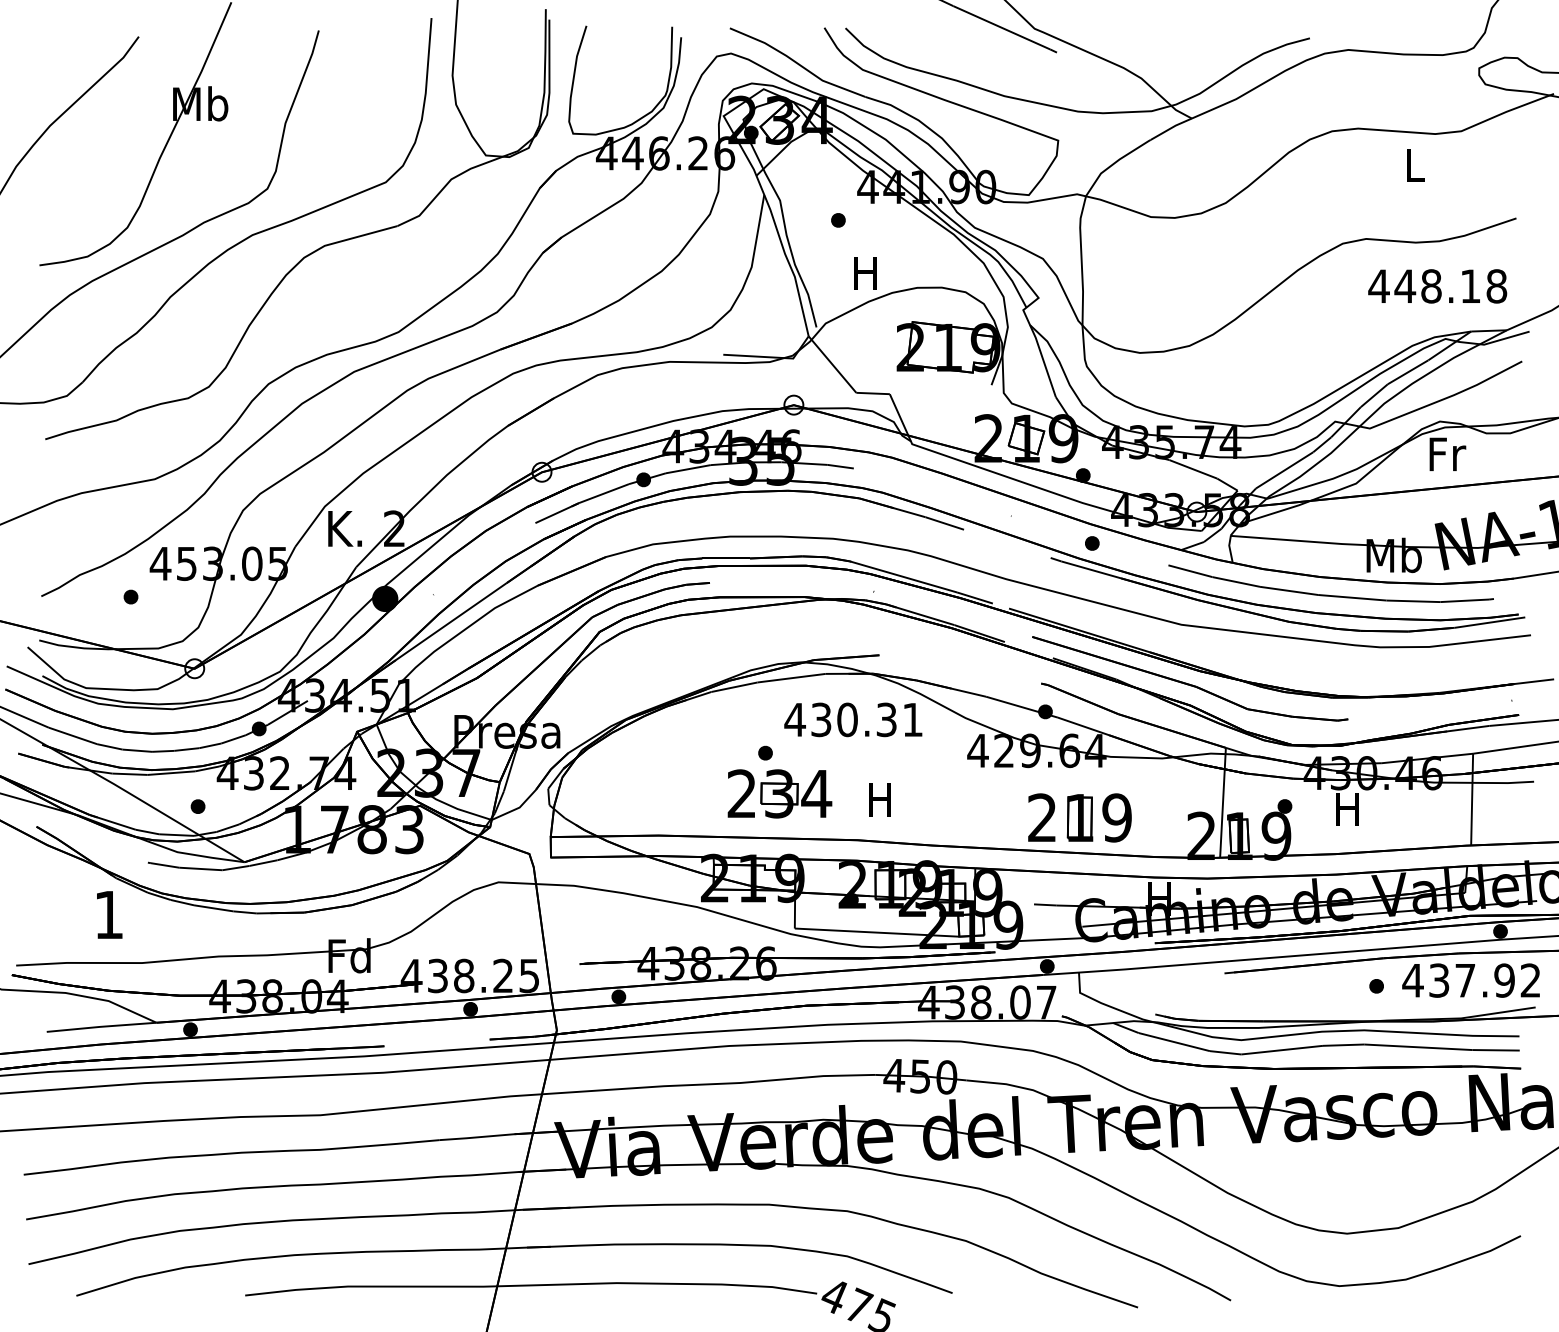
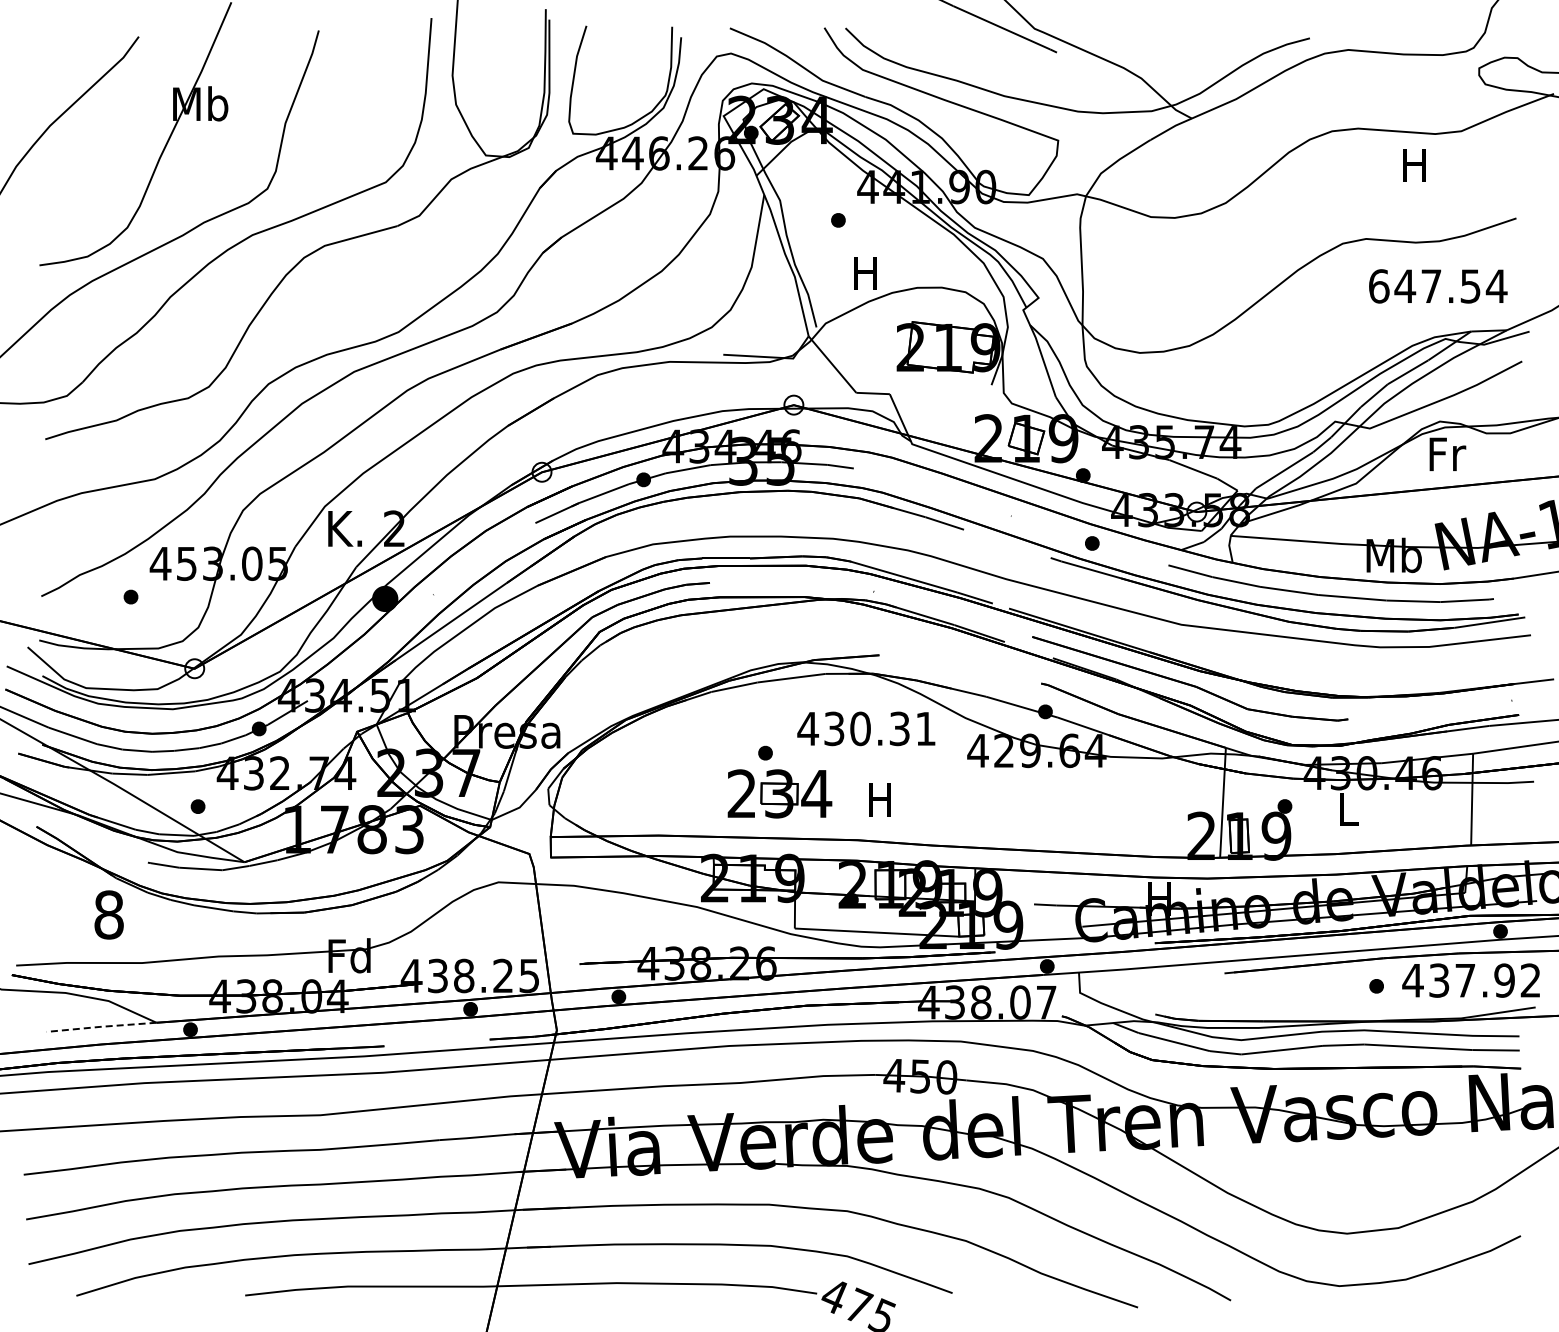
text at (1414, 165): L -> H
text at (1437, 286): 448.18 -> 647.54
text at (853, 719) position: (853, 719) -> (866, 728)
text at (1347, 809): H -> L
part at (1079, 817): present -> none
text at (108, 914): 1 -> 8
line at (100, 1026): solid -> dashed
